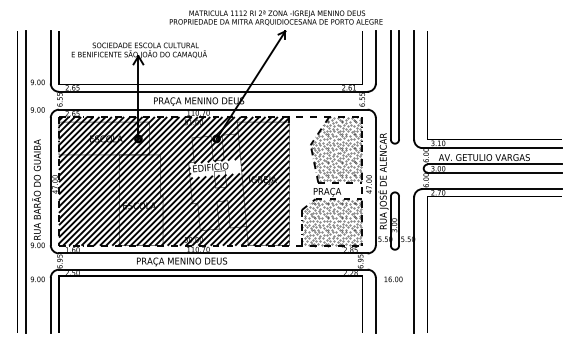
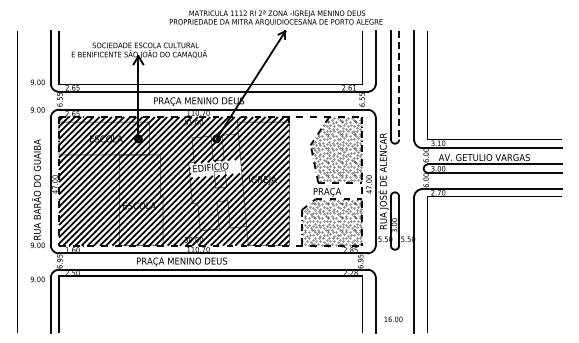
line at (399, 85): solid -> dashed
line at (26, 181): present -> none
text at (393, 279) position: (393, 279) -> (393, 319)
